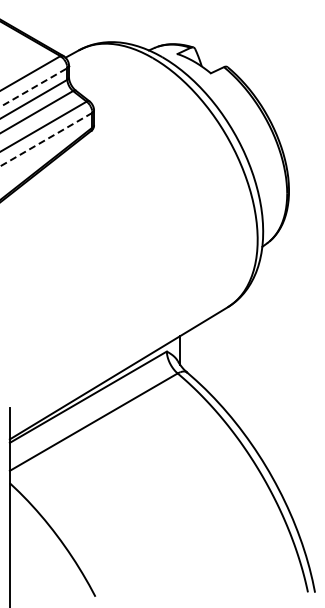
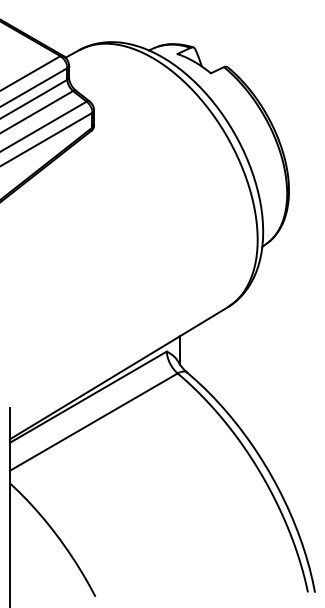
line at (33, 87): dashed -> solid
line at (45, 139): dashed -> solid
